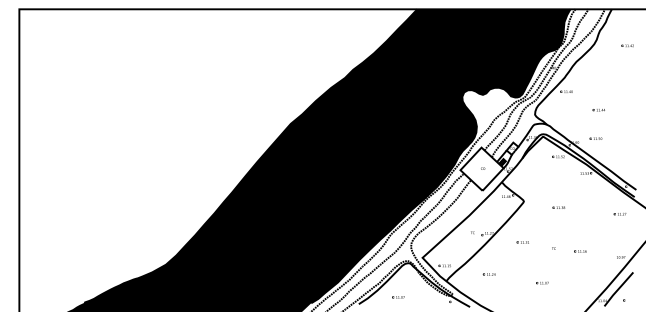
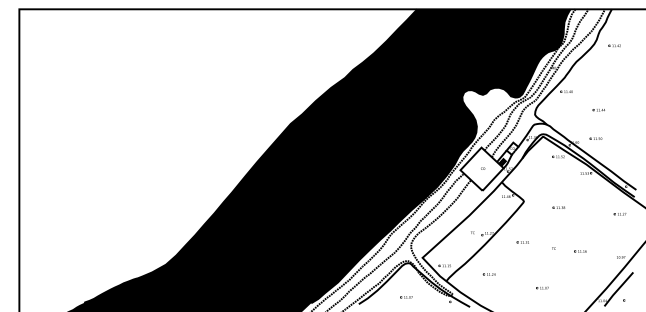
part at (627, 45) position: (627, 45) -> (614, 45)
part at (542, 282) position: (542, 282) -> (542, 287)
line at (398, 297) position: (398, 297) -> (406, 297)
